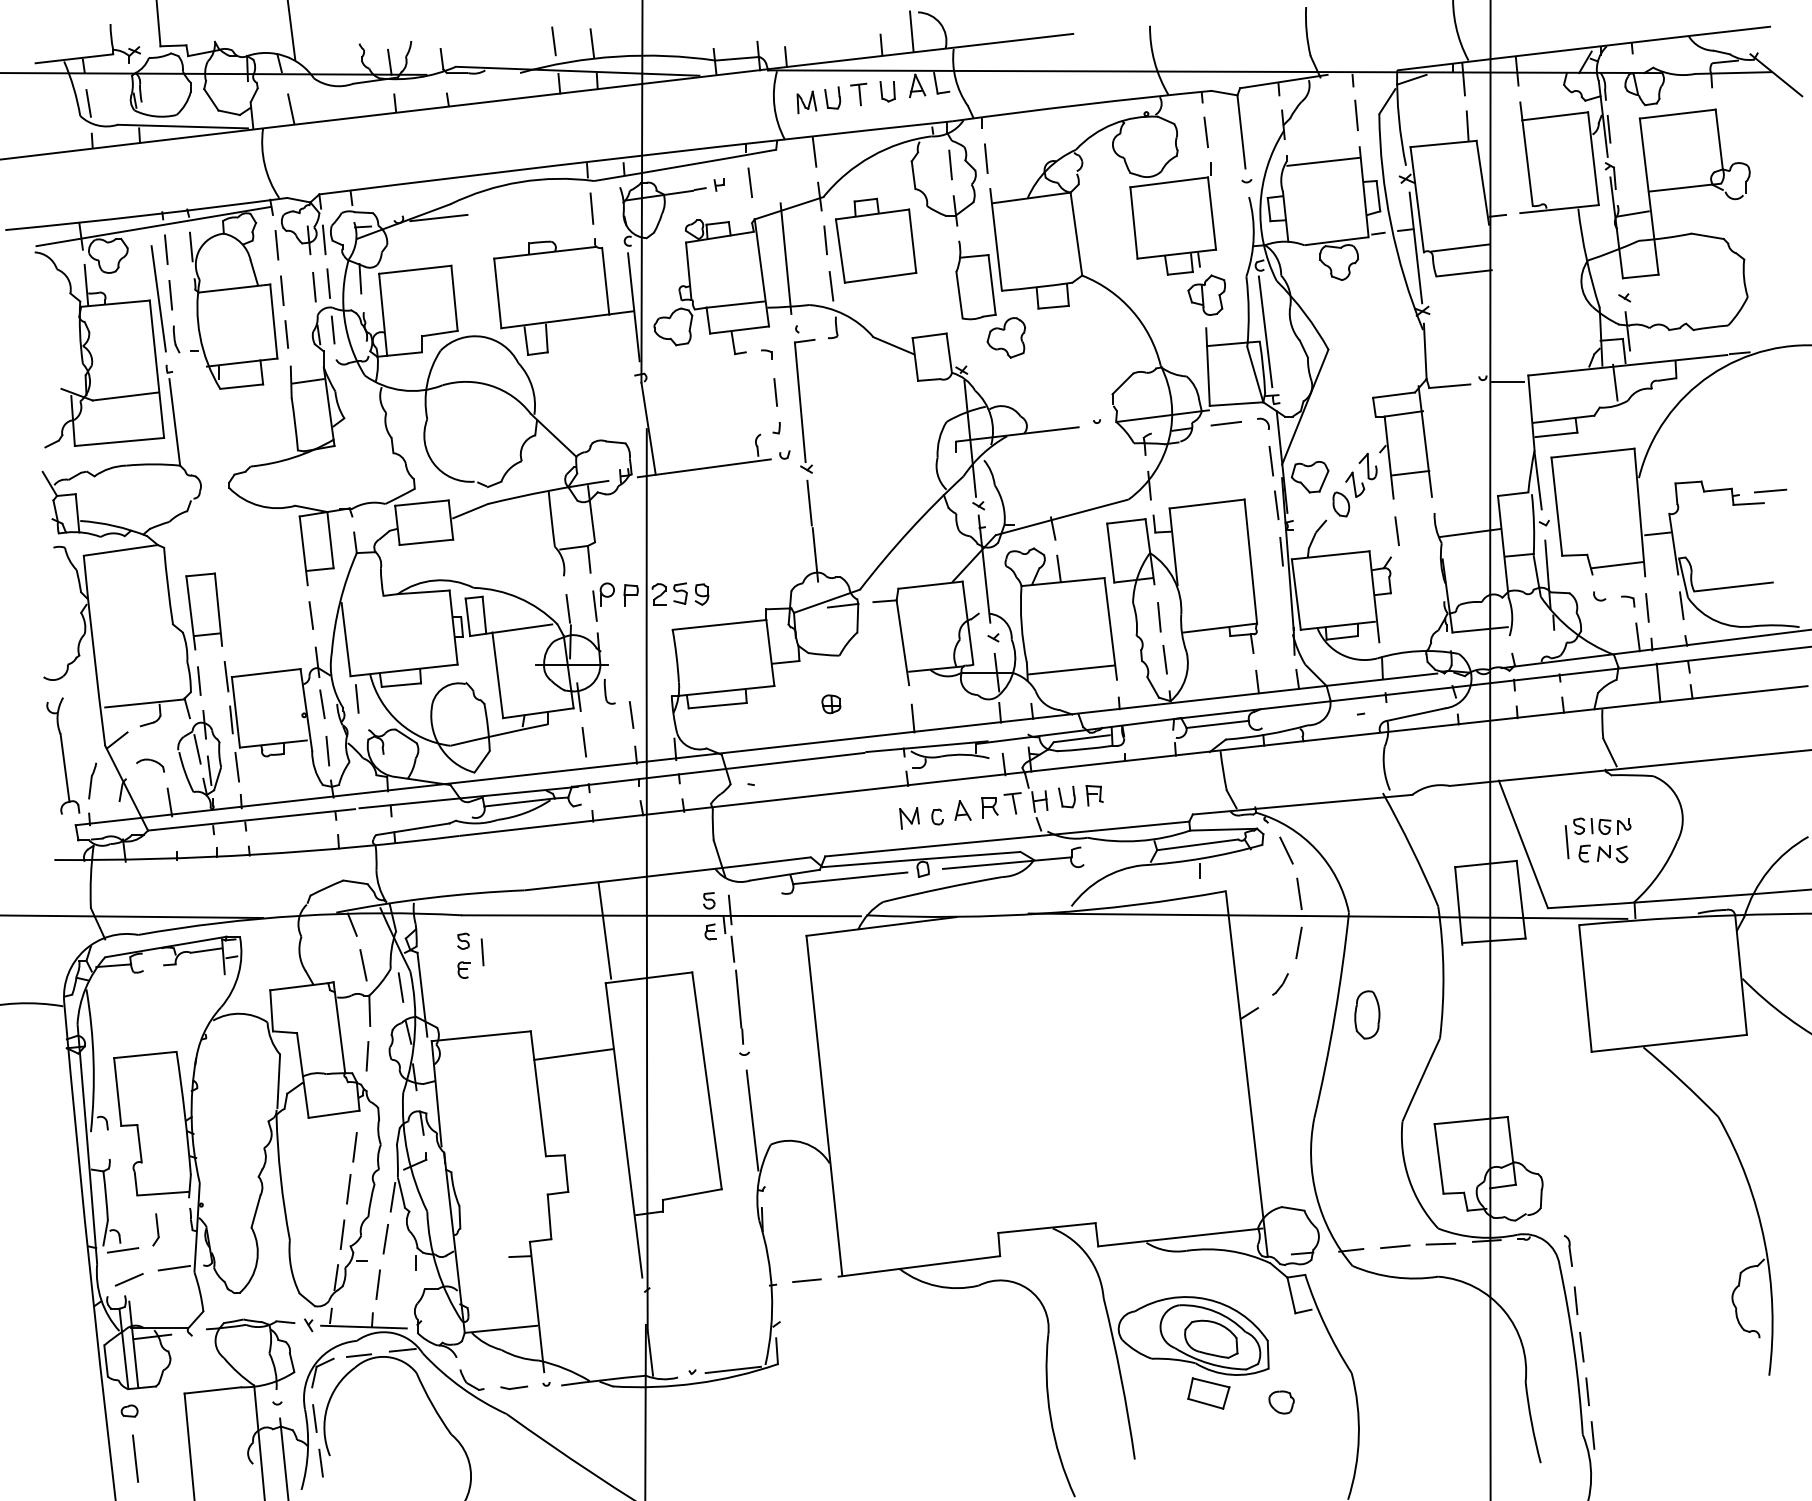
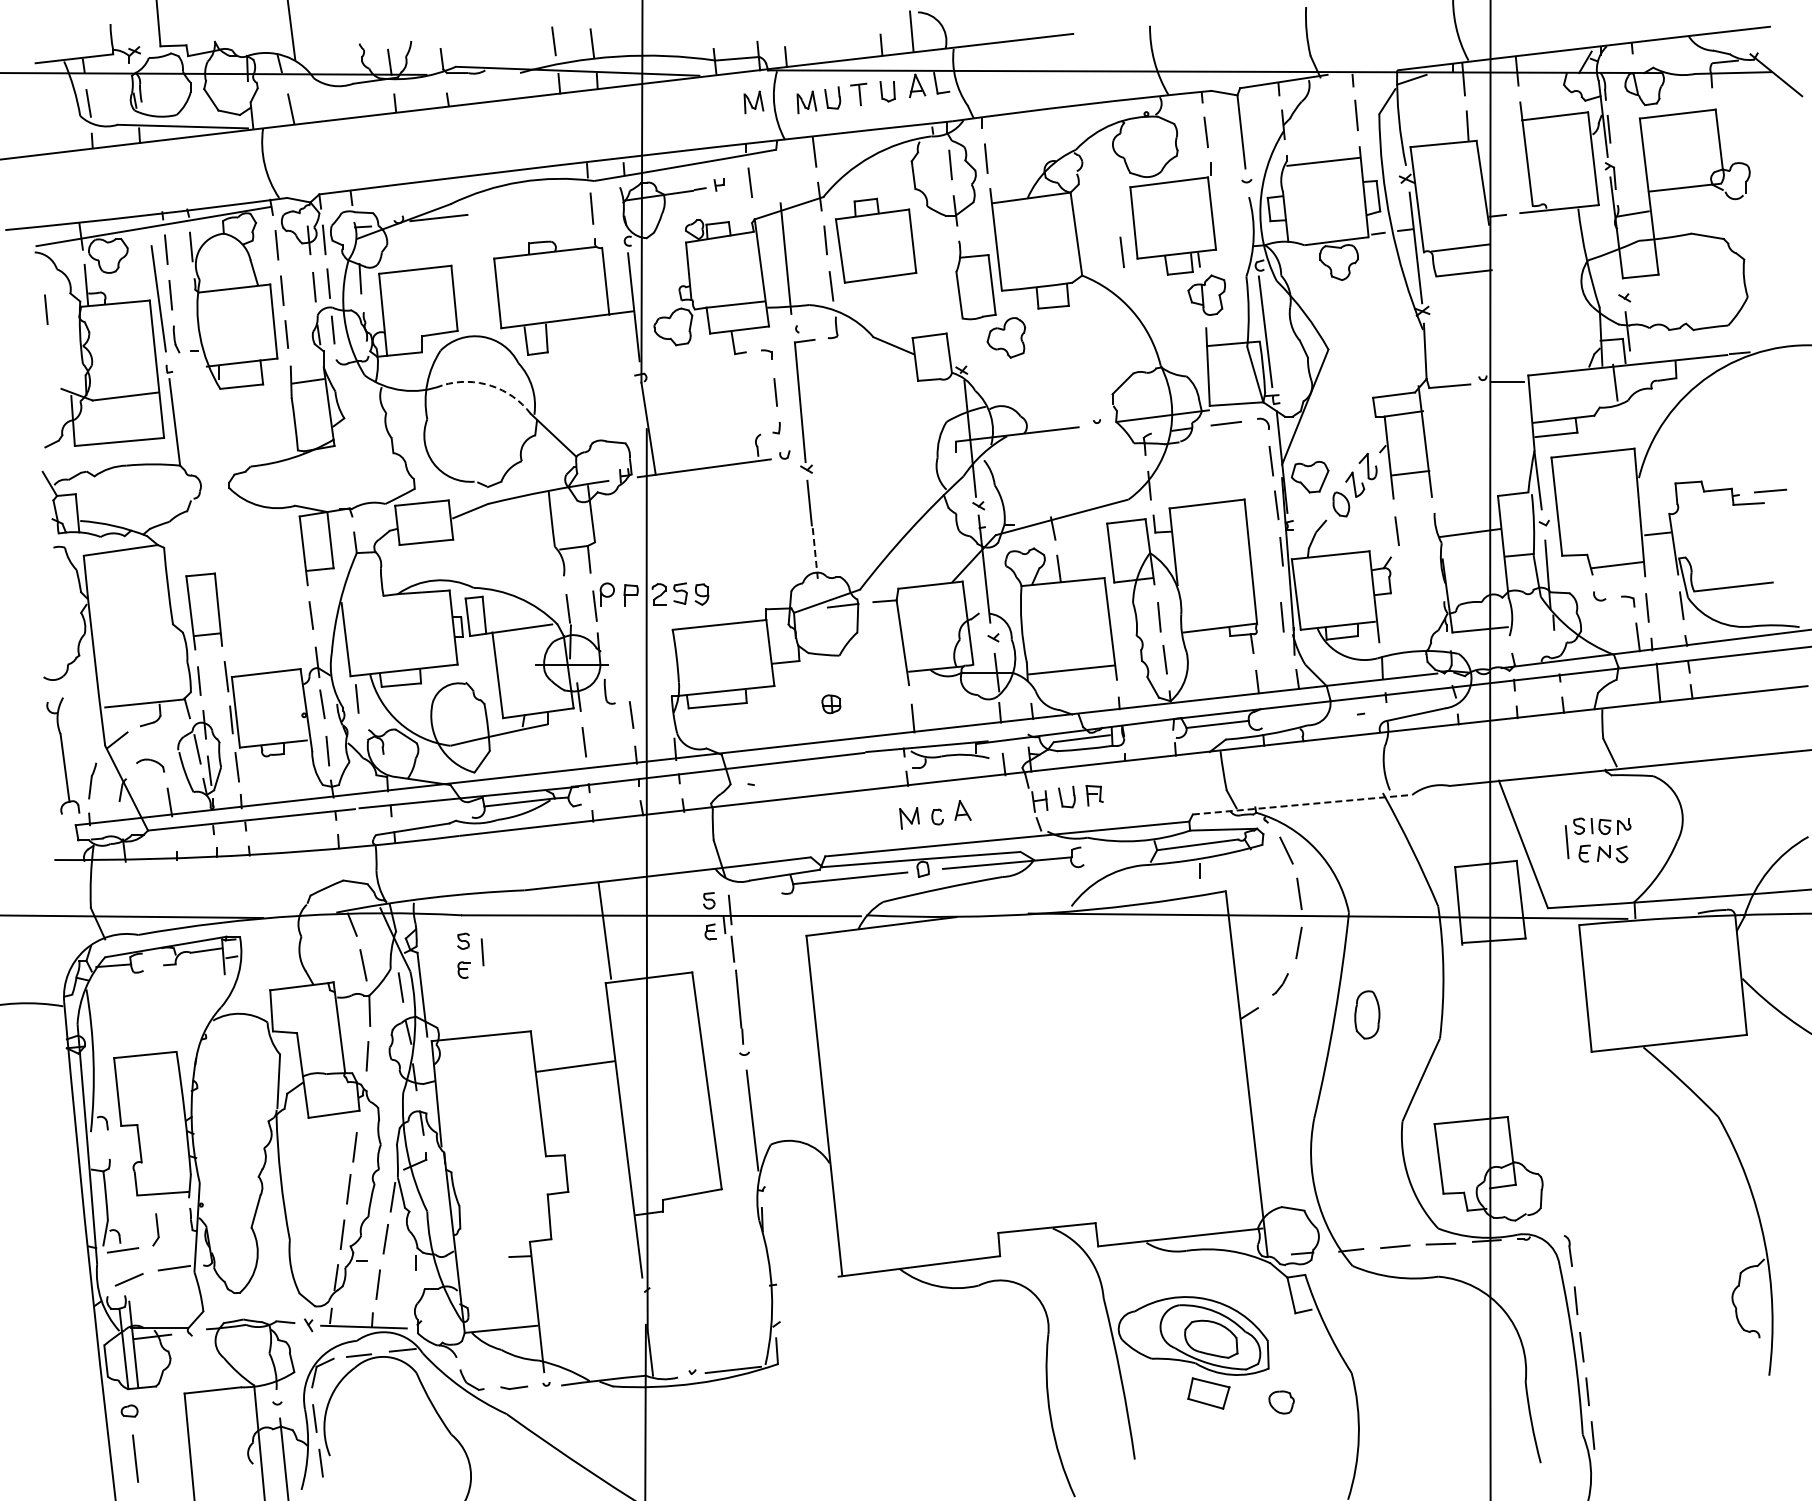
part at (753, 102): none -> present
line at (1121, 251): none -> present
line at (46, 309): none -> present
arc at (491, 385): solid -> dashed
line at (815, 554): solid -> dashed
line at (1282, 617): none -> present
line at (1303, 804): solid -> dashed
part at (1001, 805): present -> none
line at (573, 1054) position: (573, 1054) -> (575, 1066)
line at (806, 1280): present -> none
